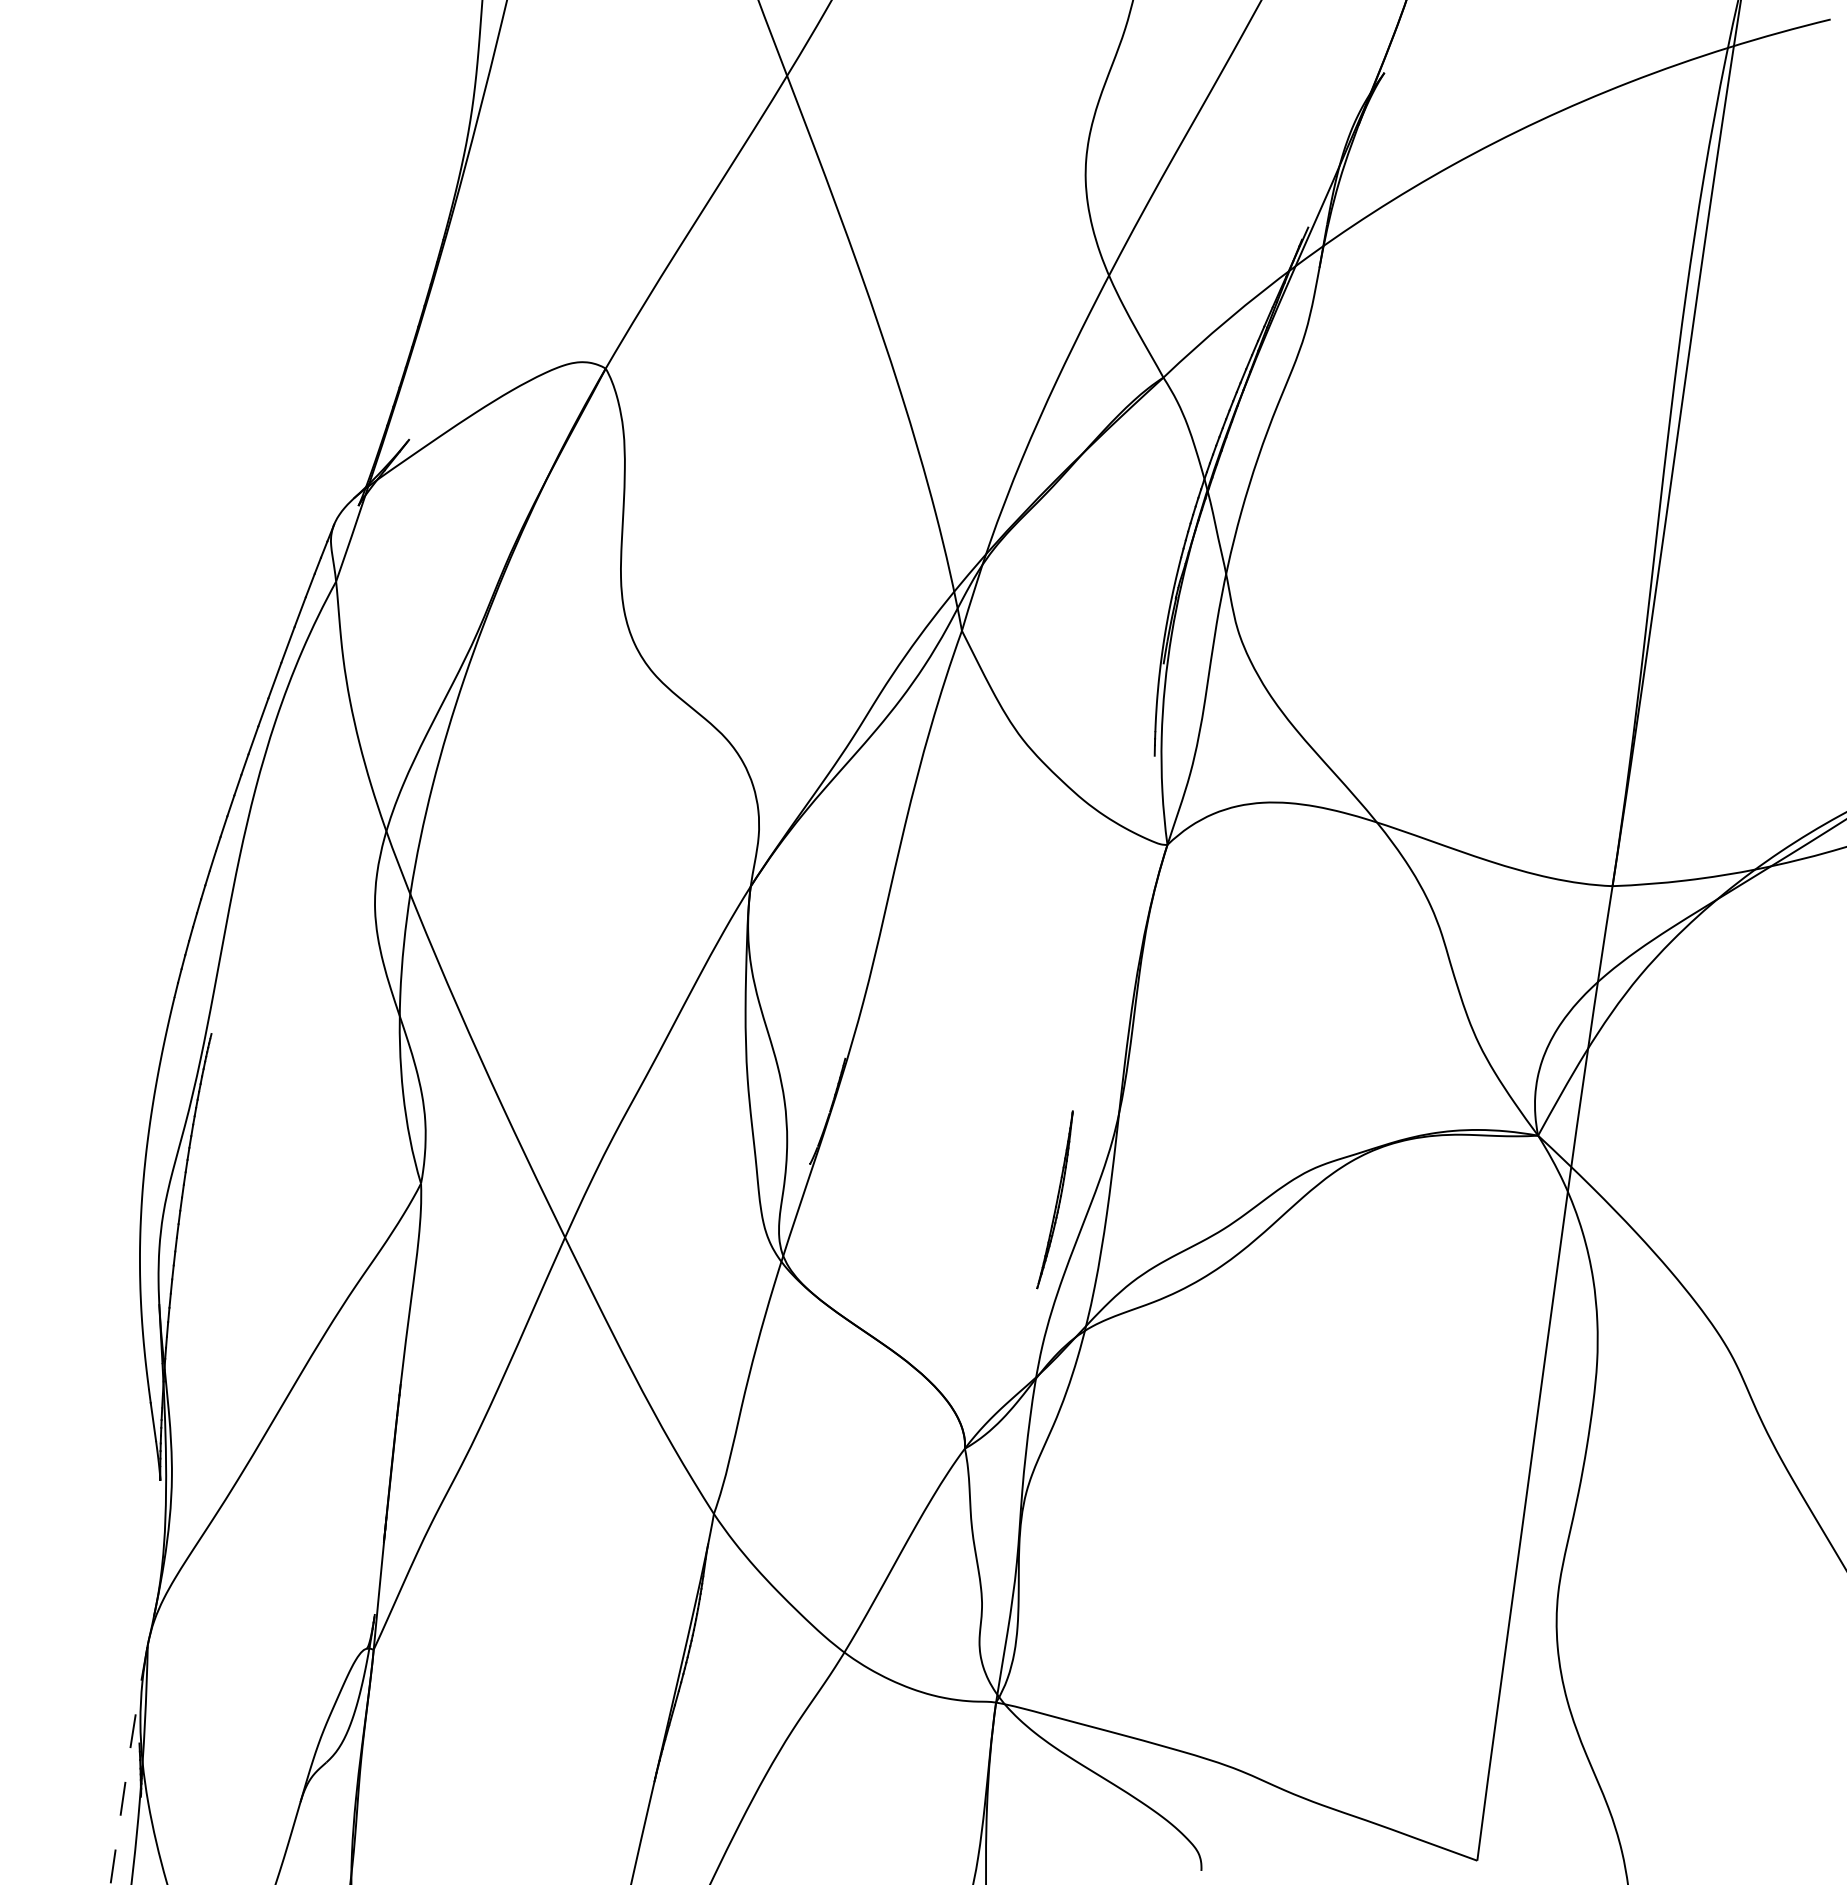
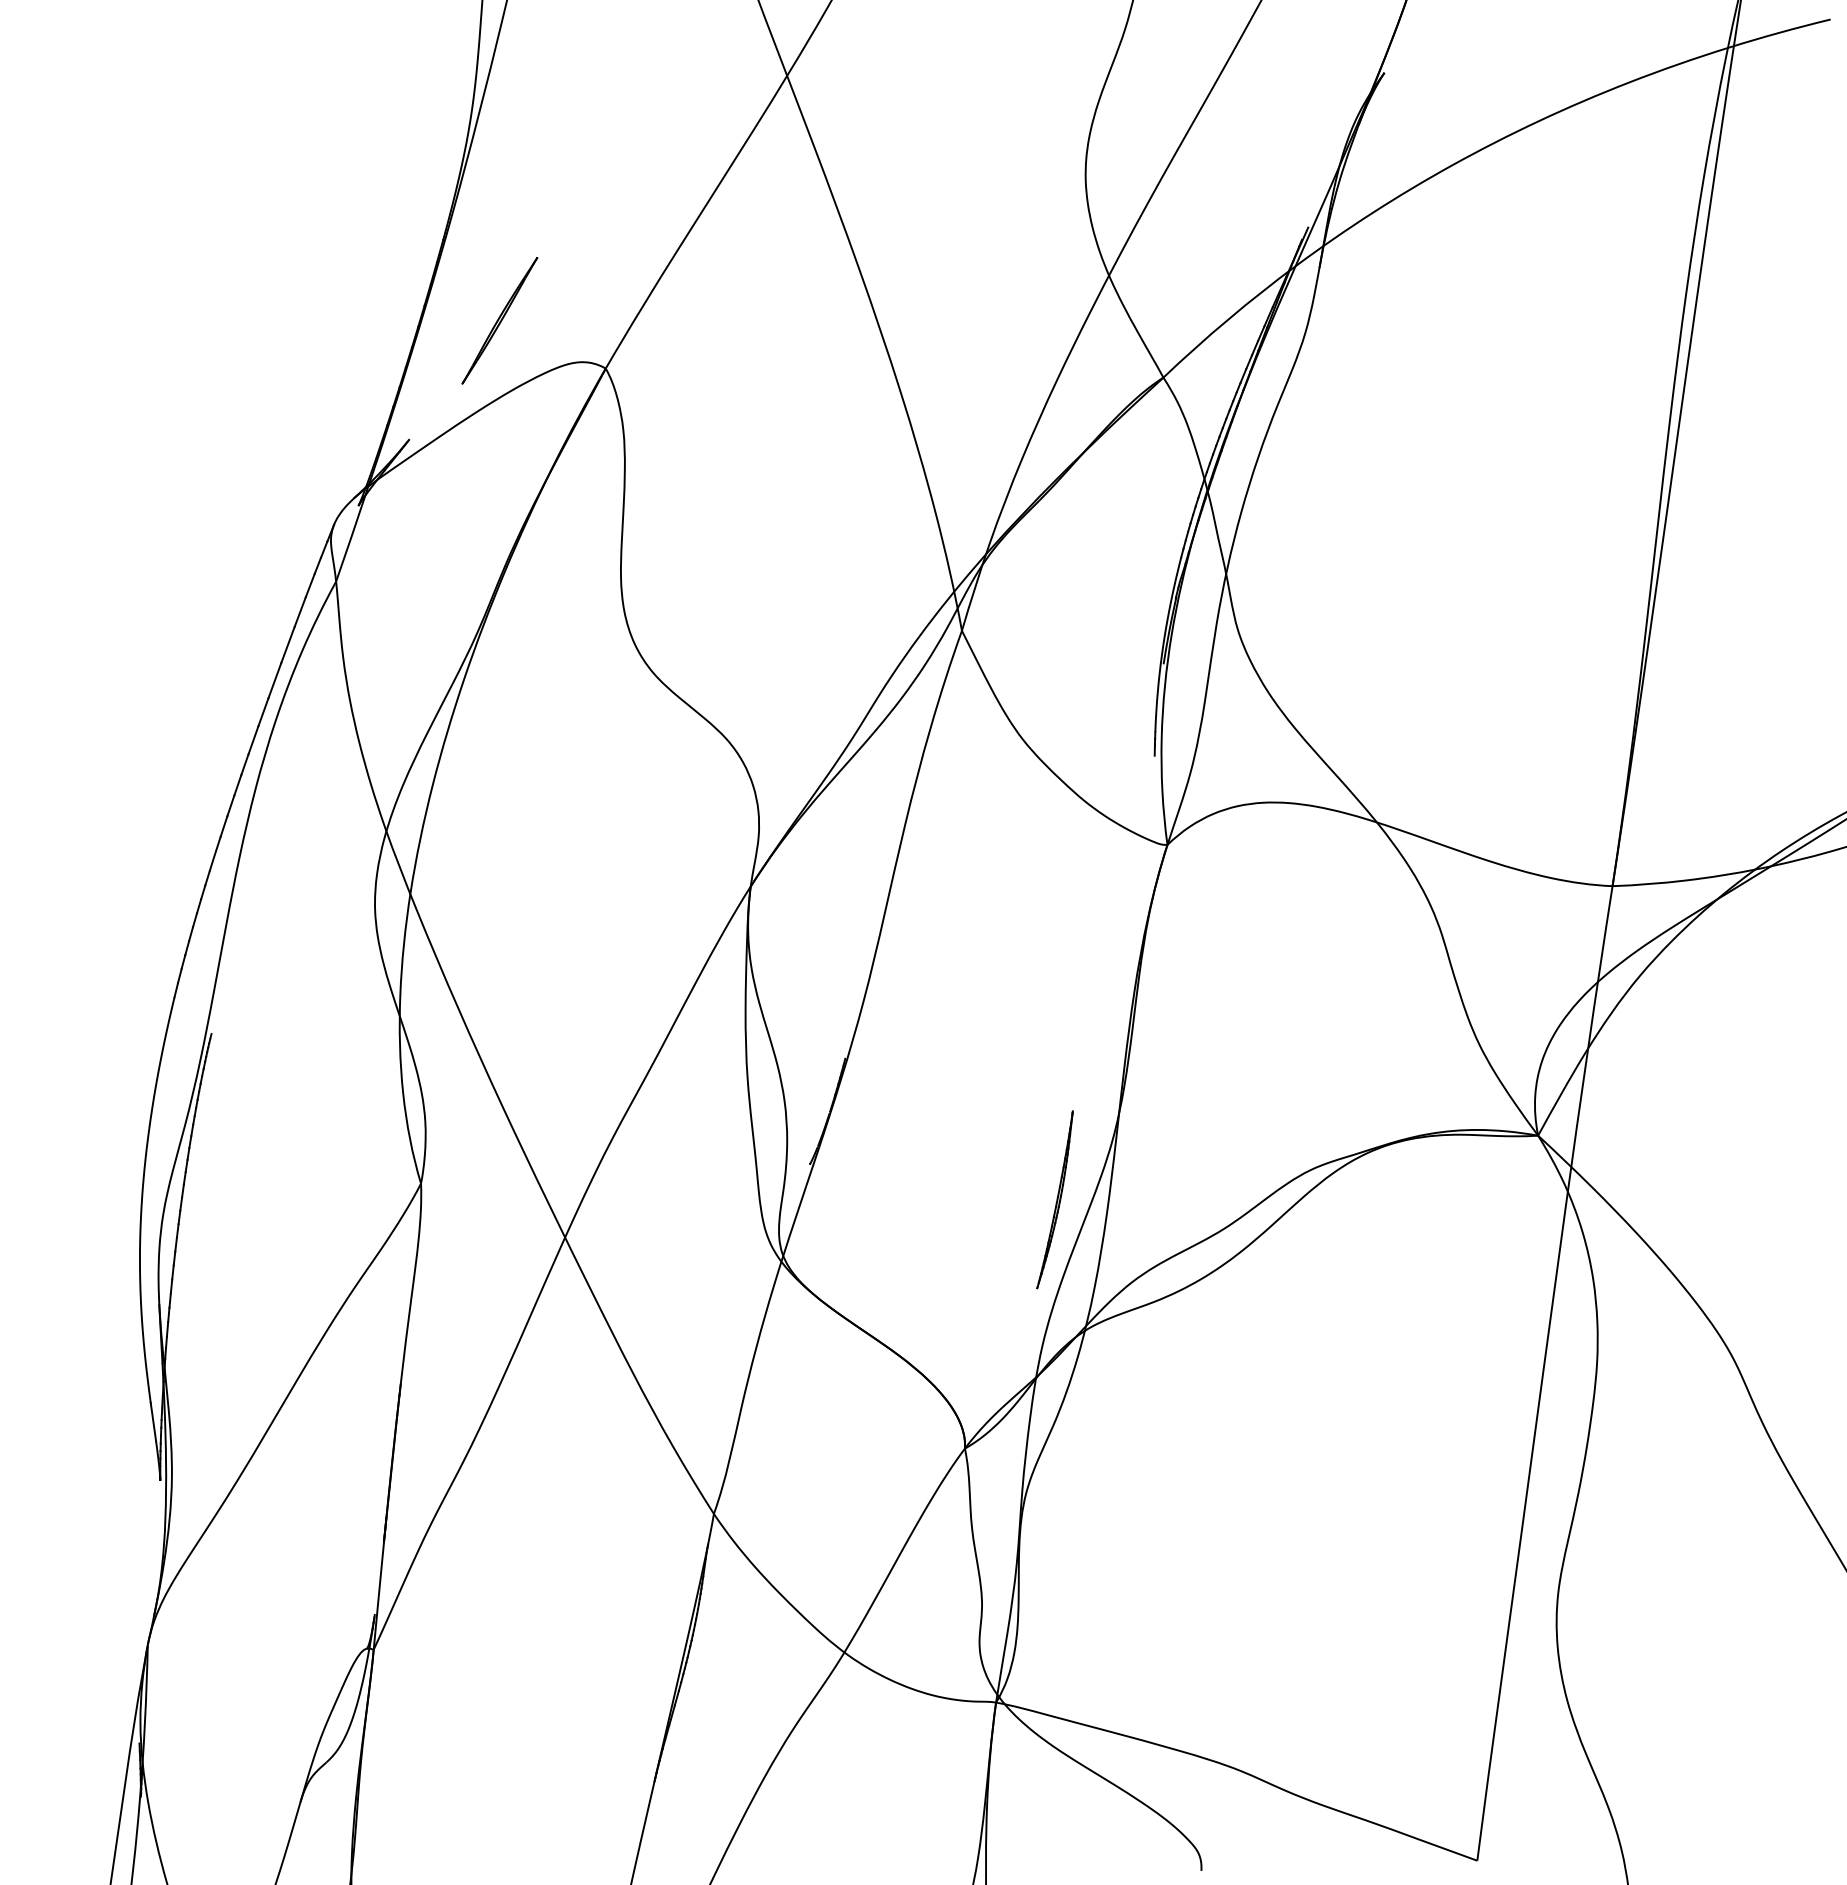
part at (499, 320): none -> present
line at (128, 1764): dashed -> solid
